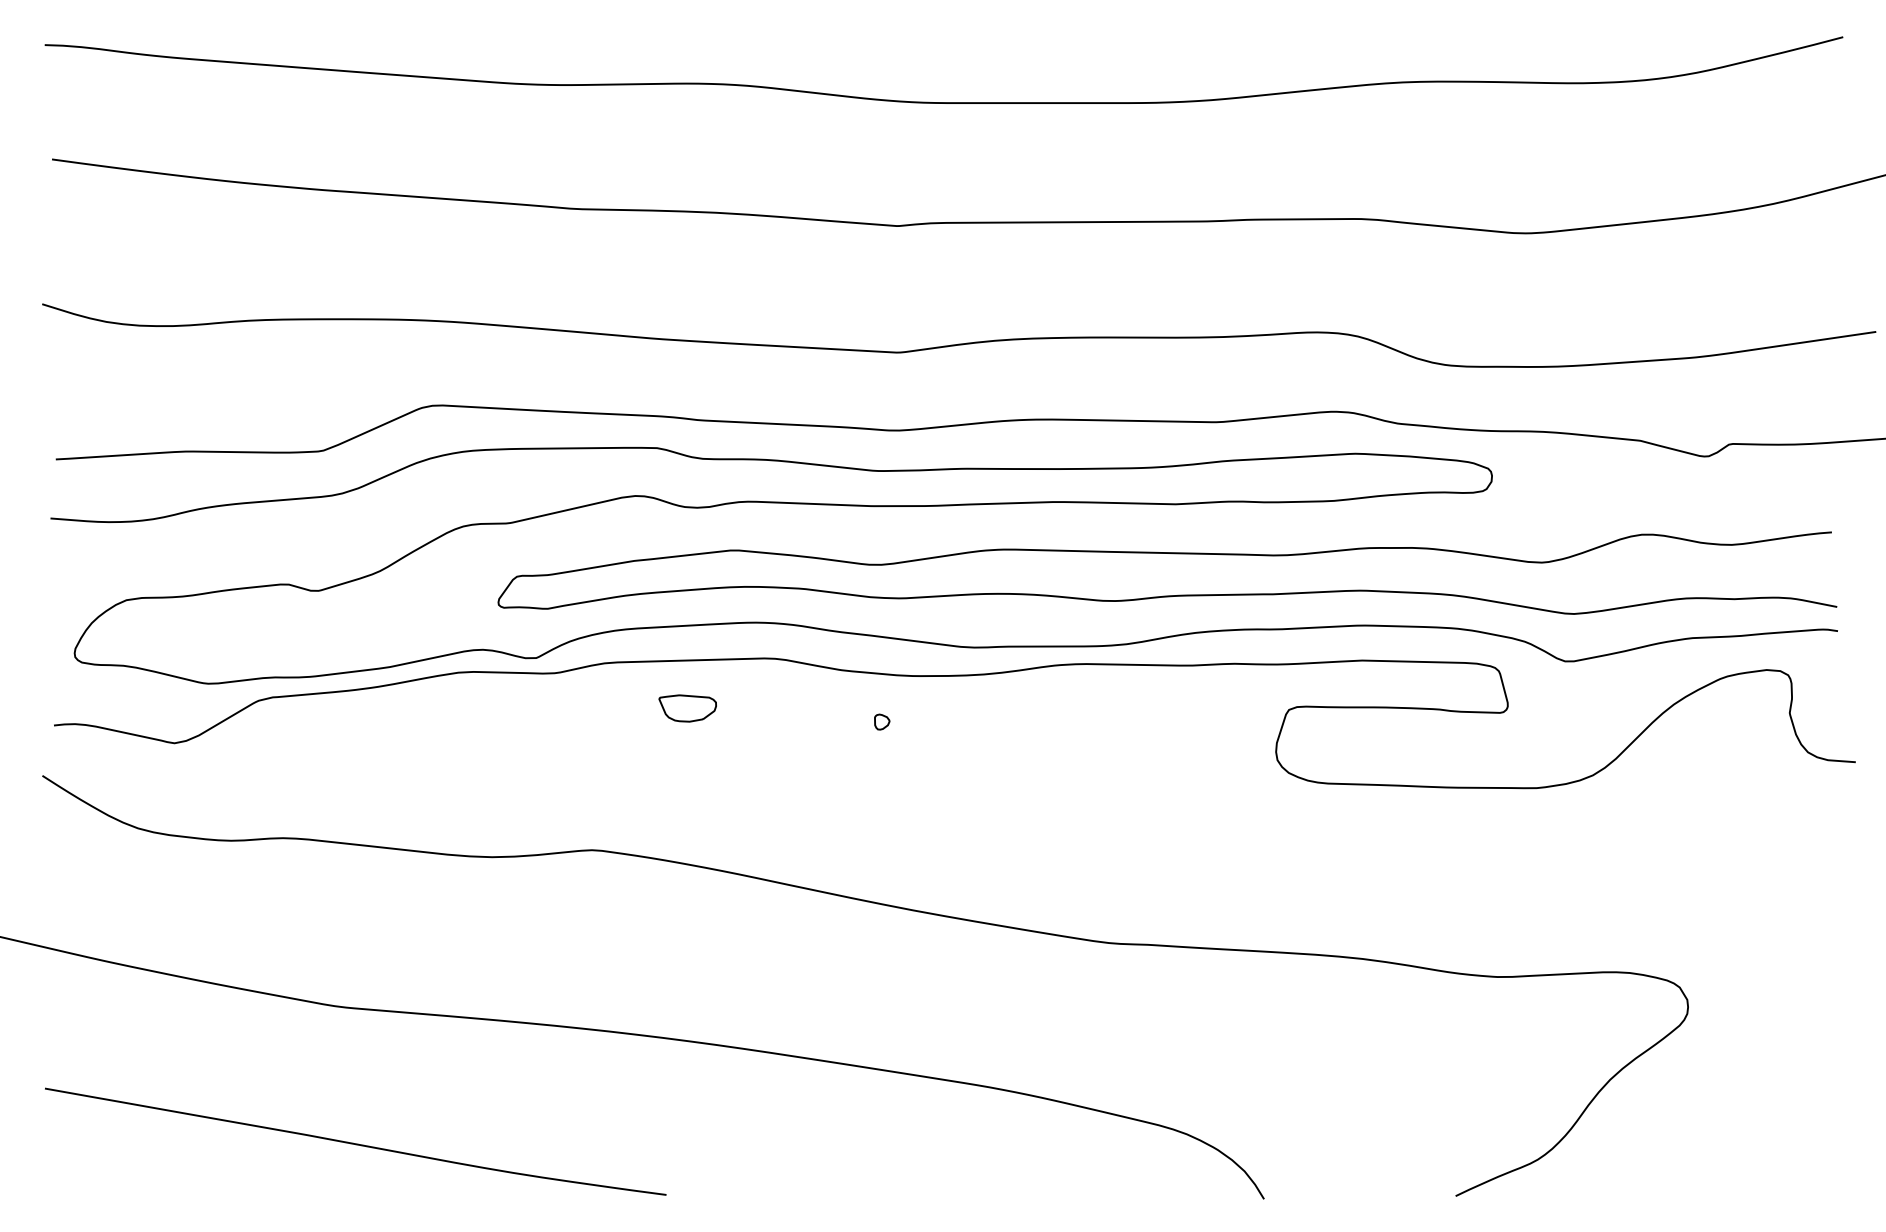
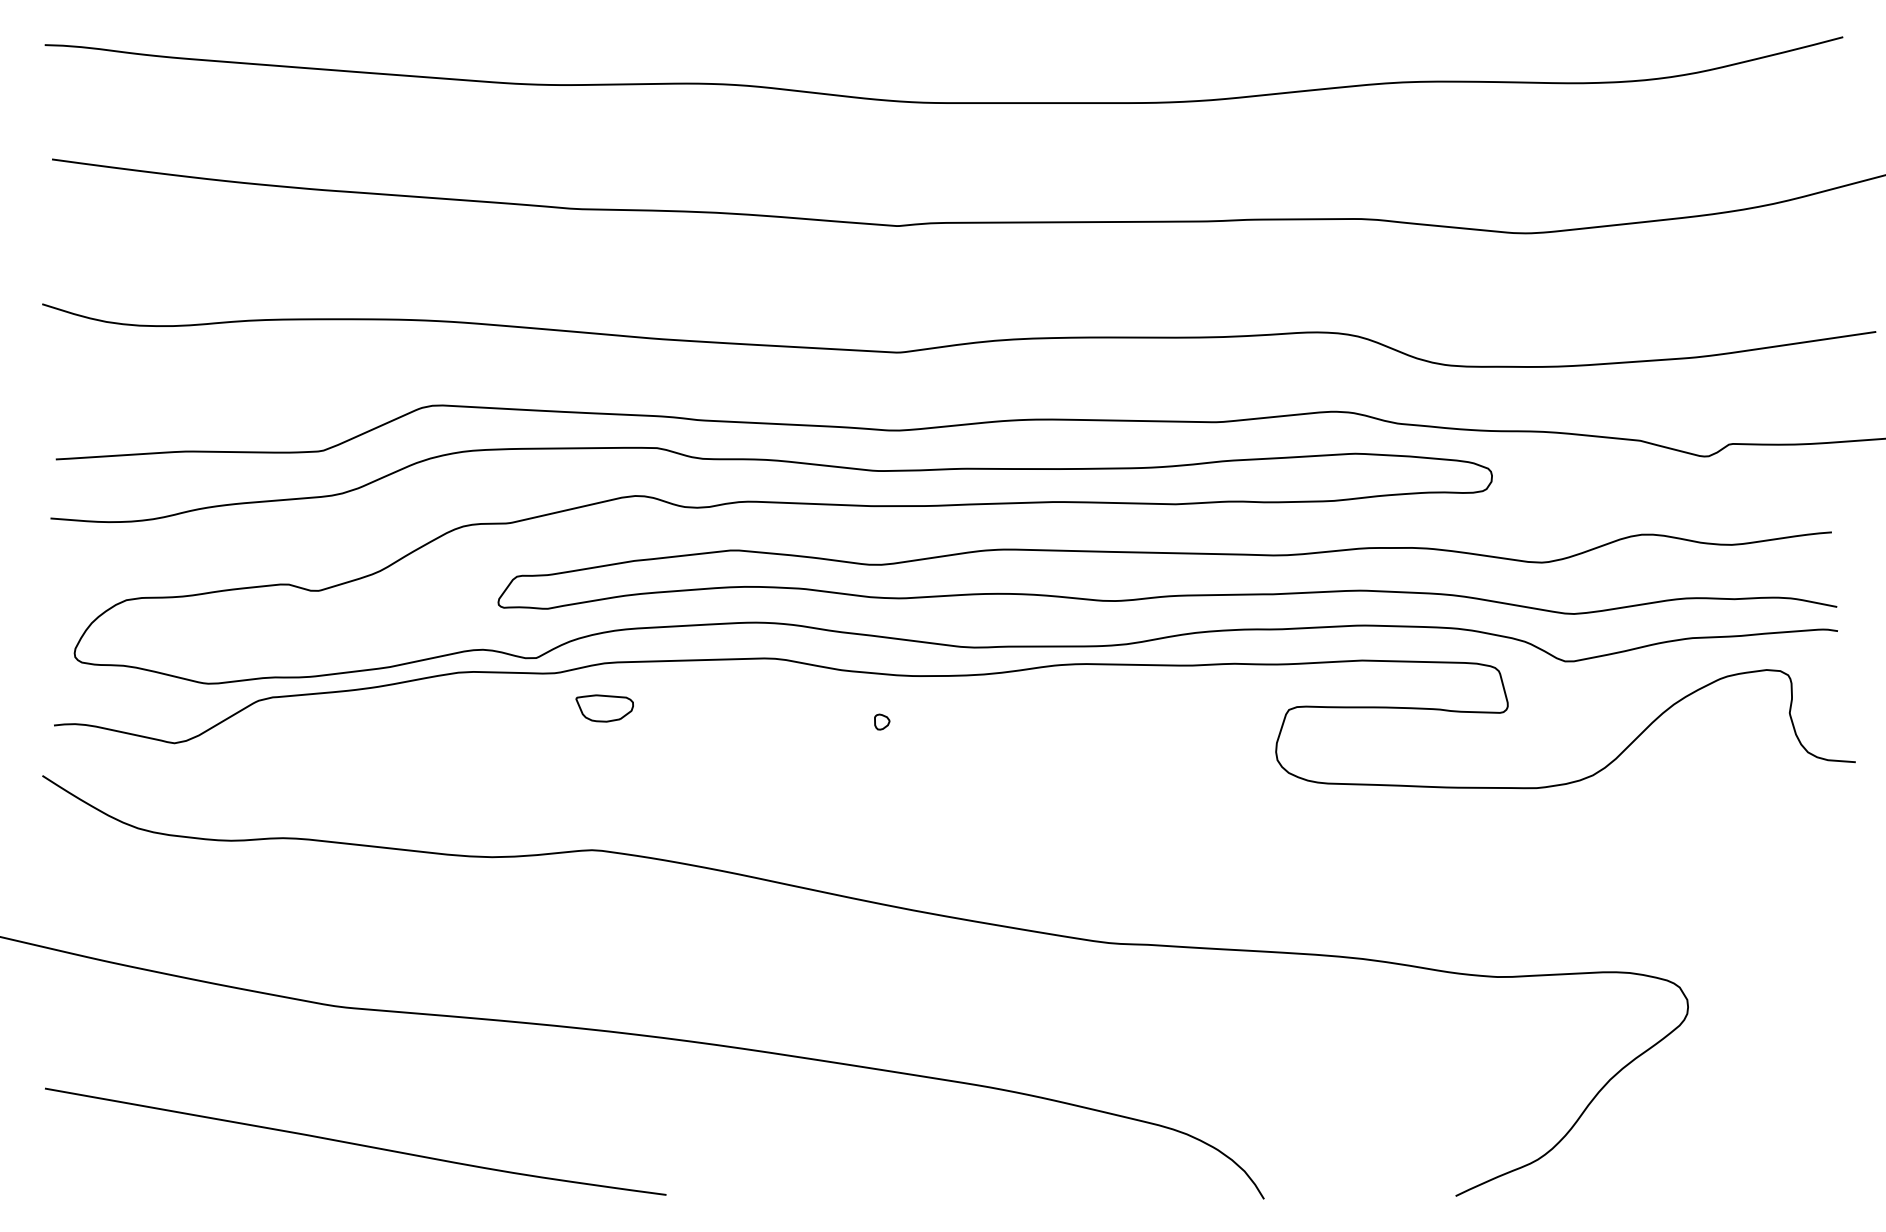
part at (687, 708) position: (687, 708) -> (604, 708)
